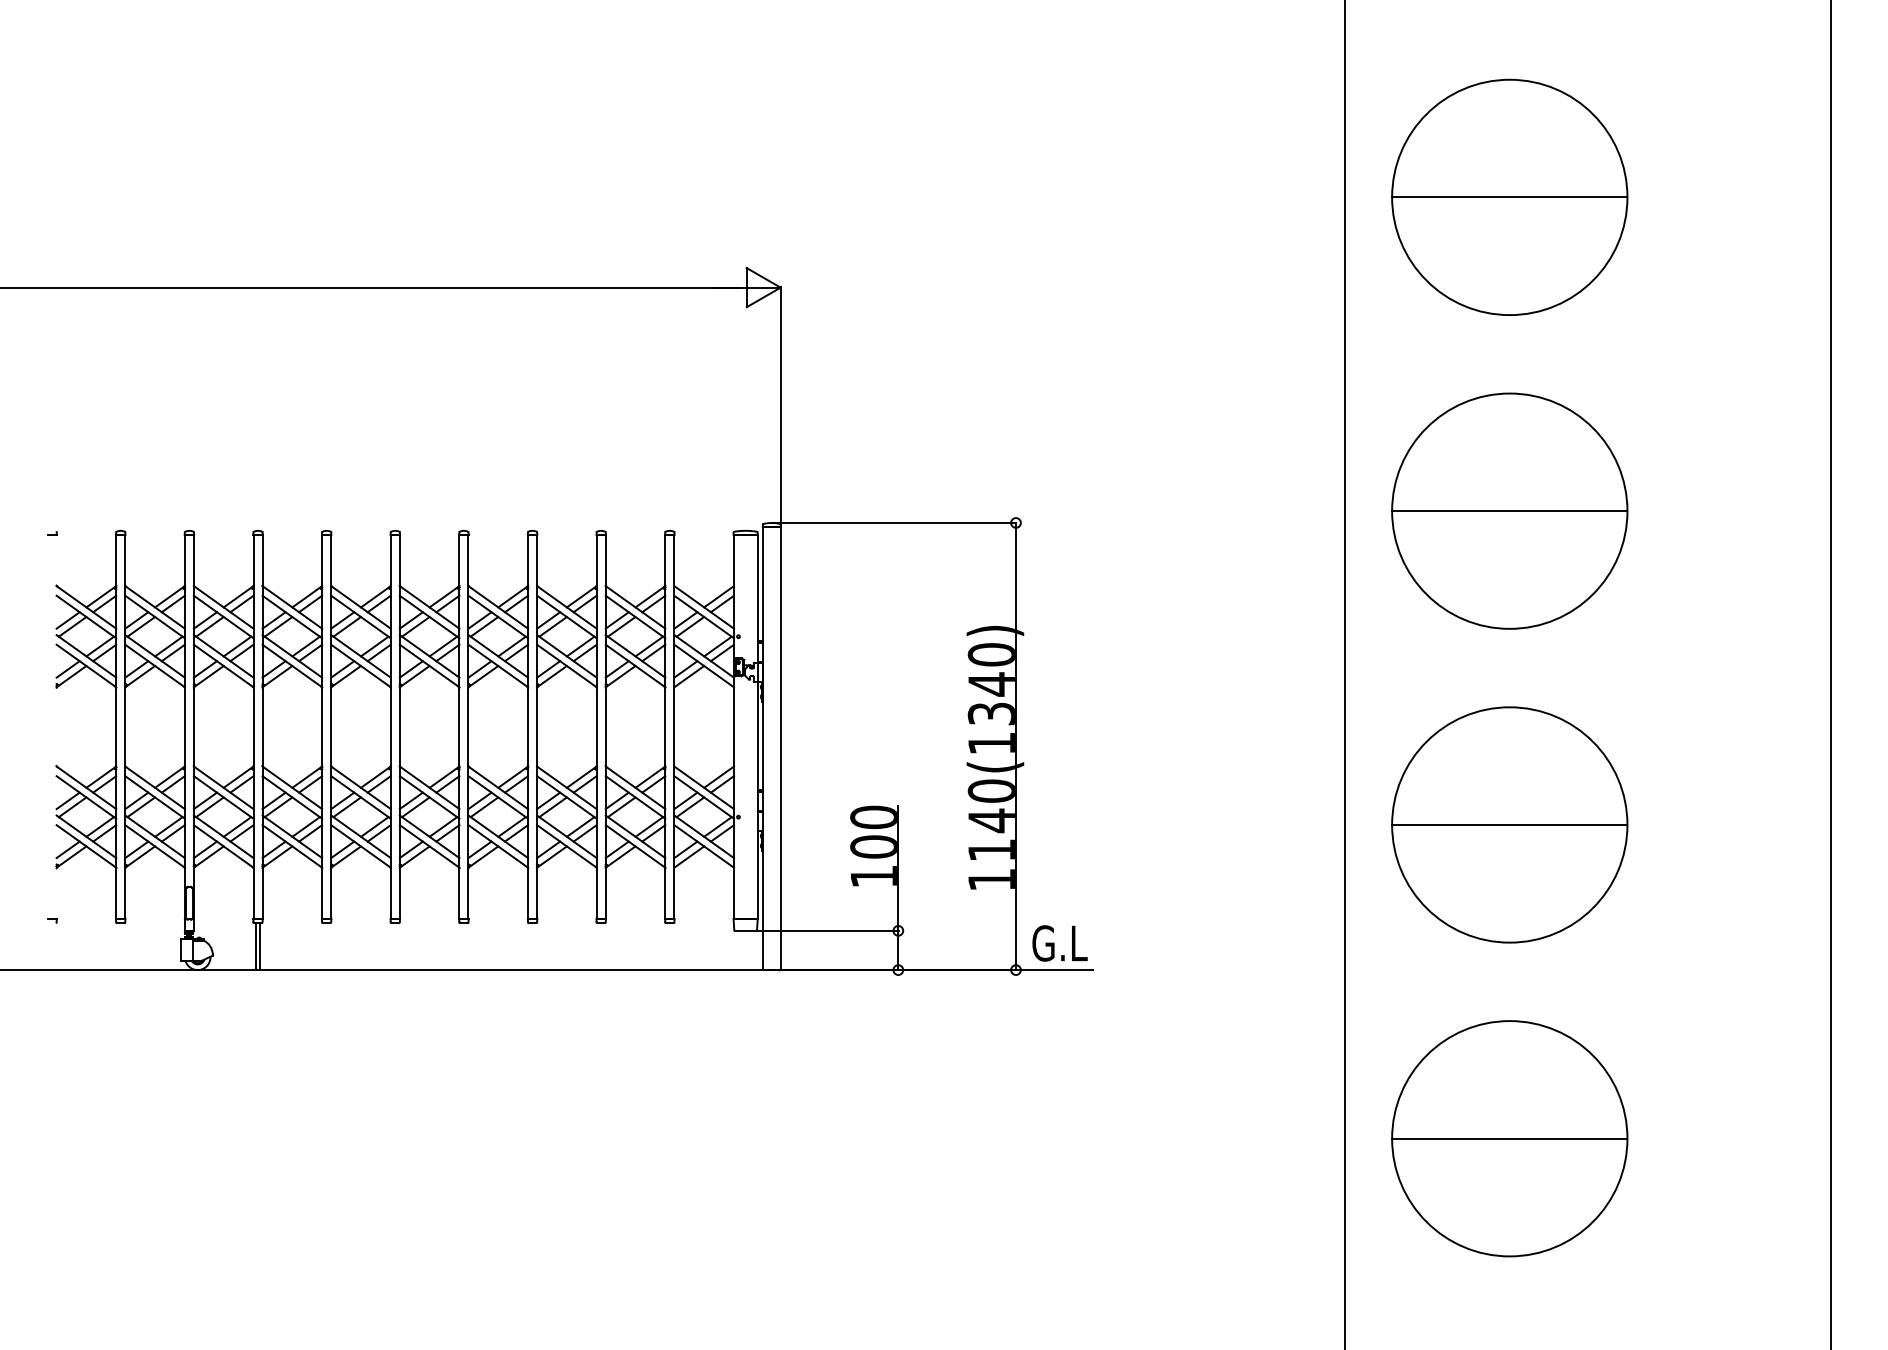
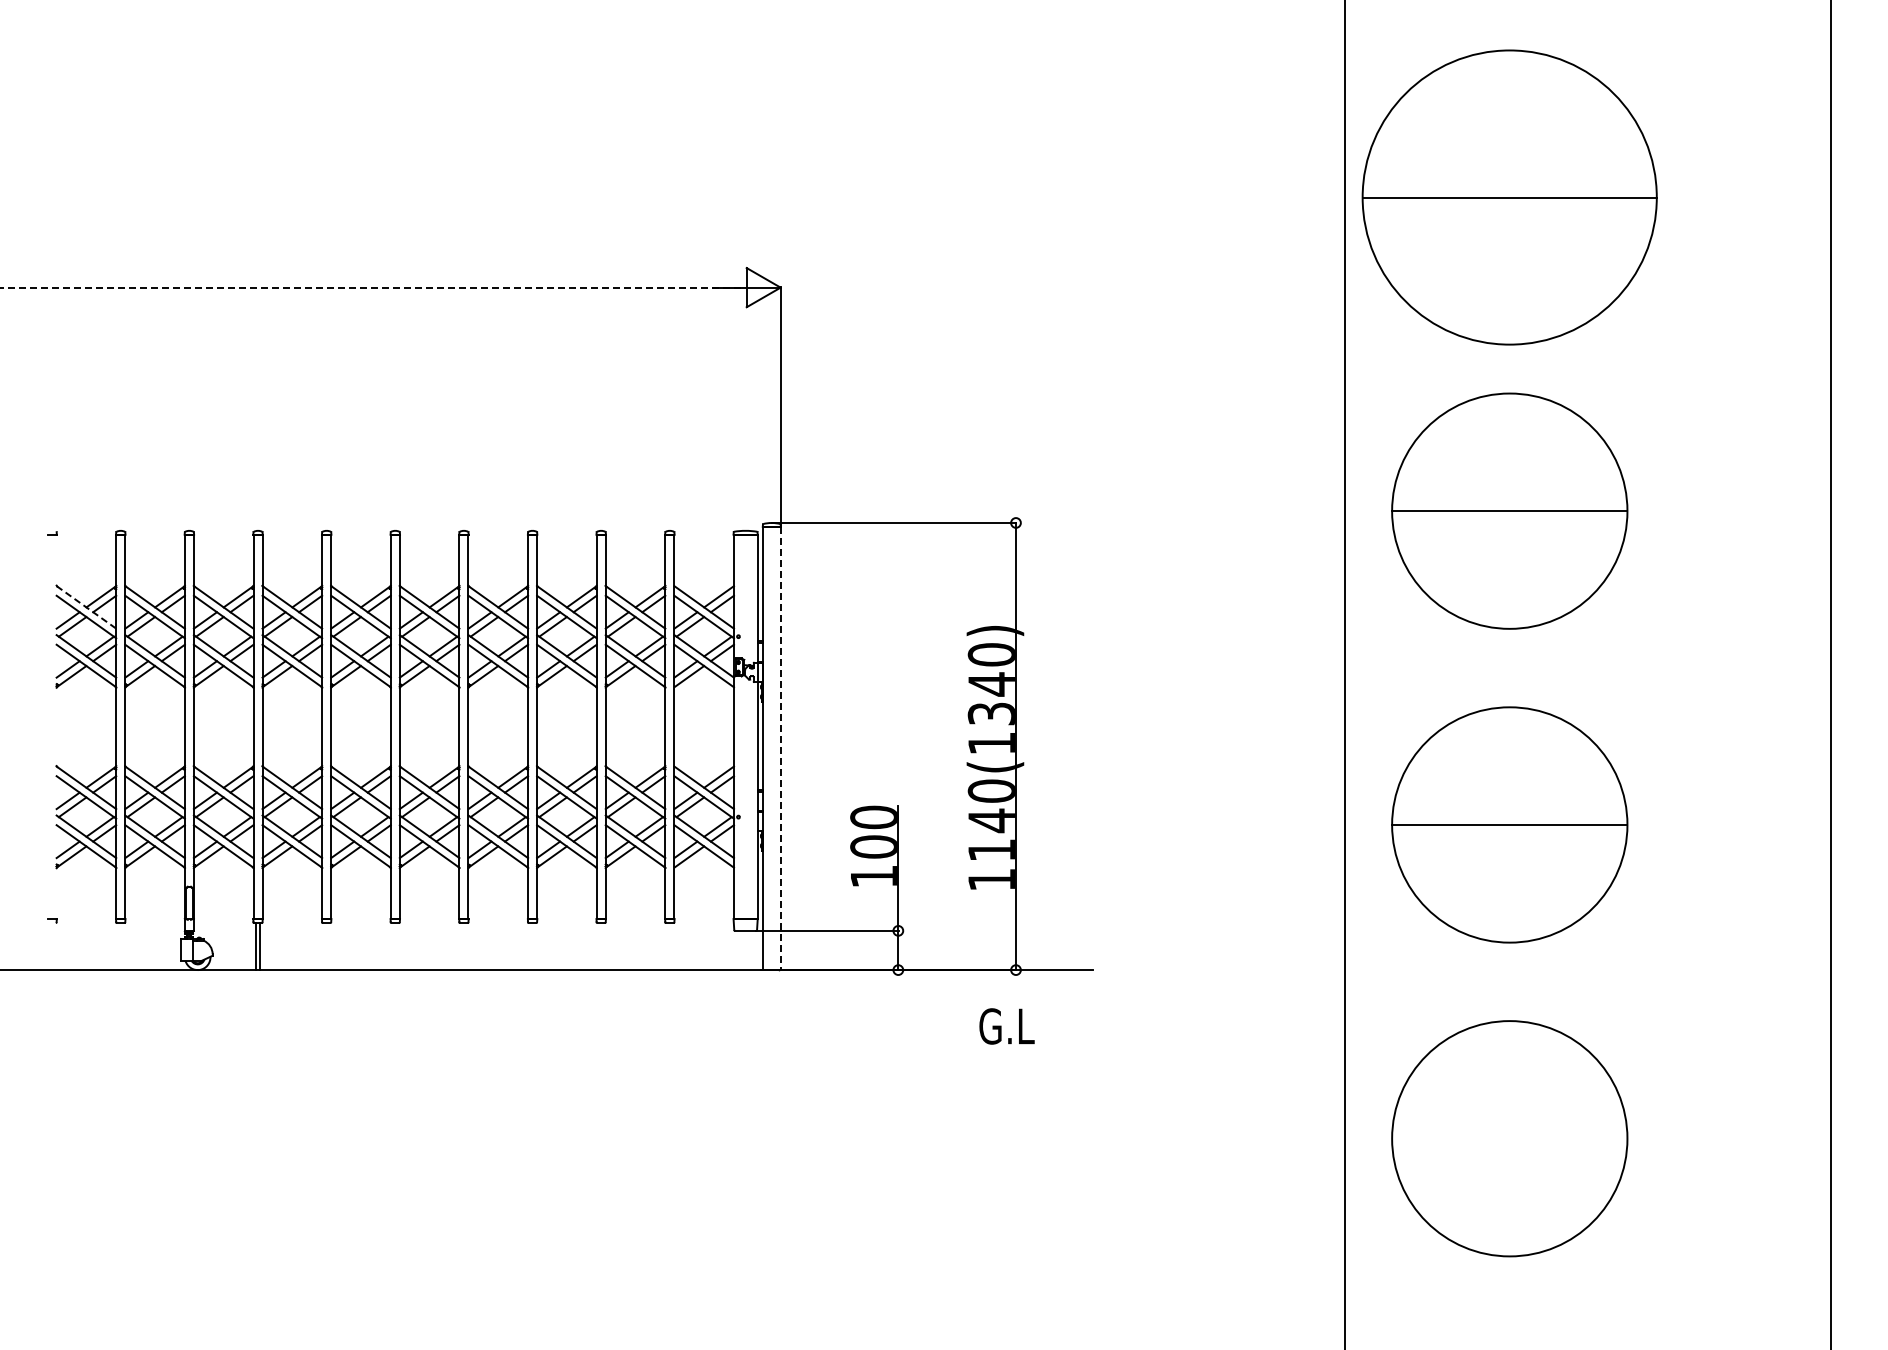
part at (1509, 196) size: 238x238 px -> 297x297 px
line at (370, 287): solid -> dashed
line at (86, 607): solid -> dashed
line at (780, 748): solid -> dashed
text at (1059, 943) position: (1059, 943) -> (1006, 1026)
line at (1509, 1138): present -> none
